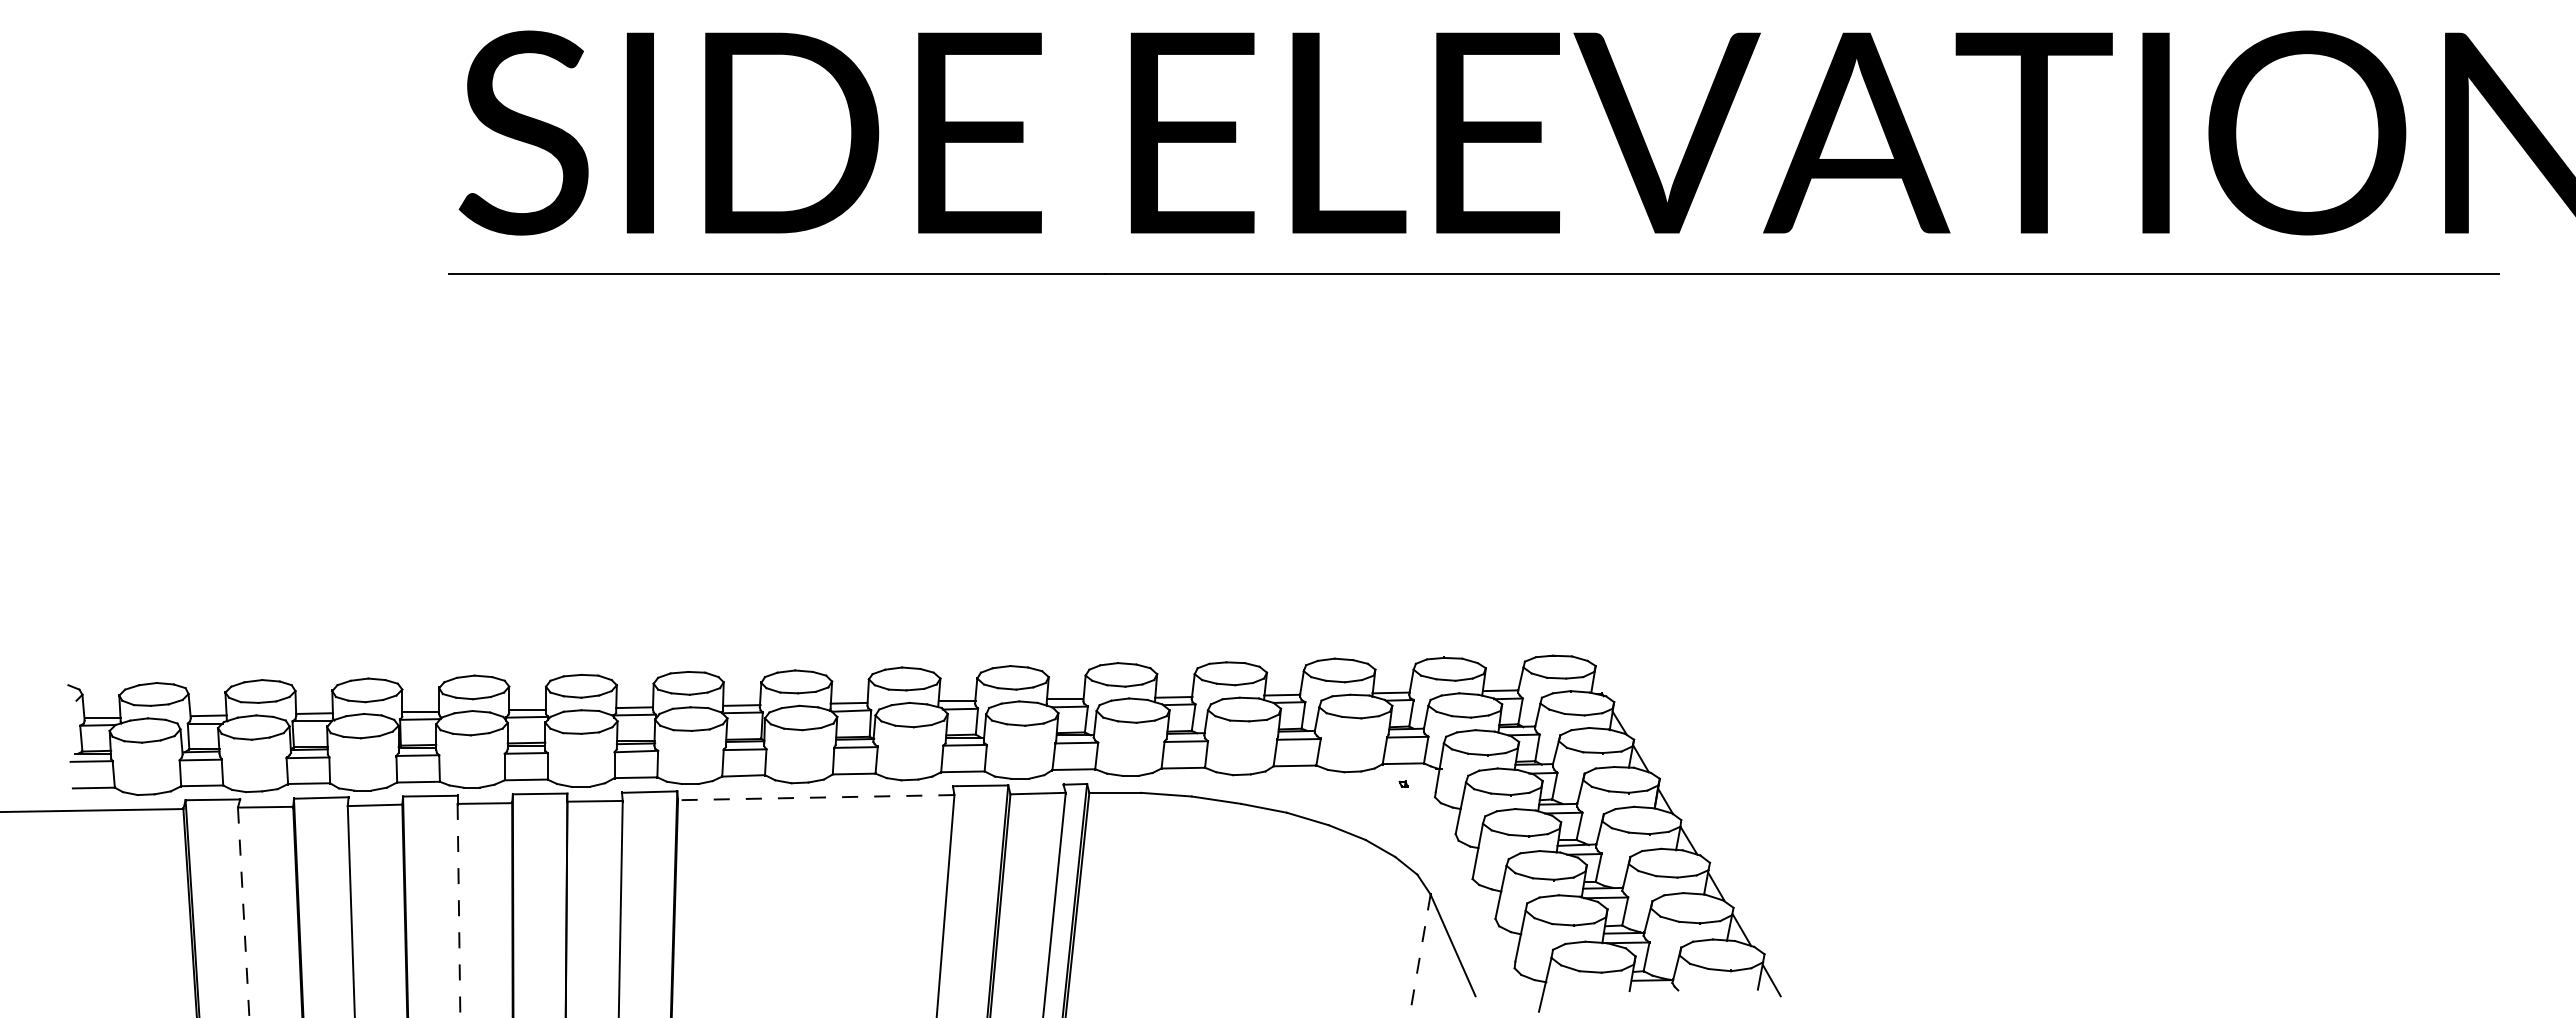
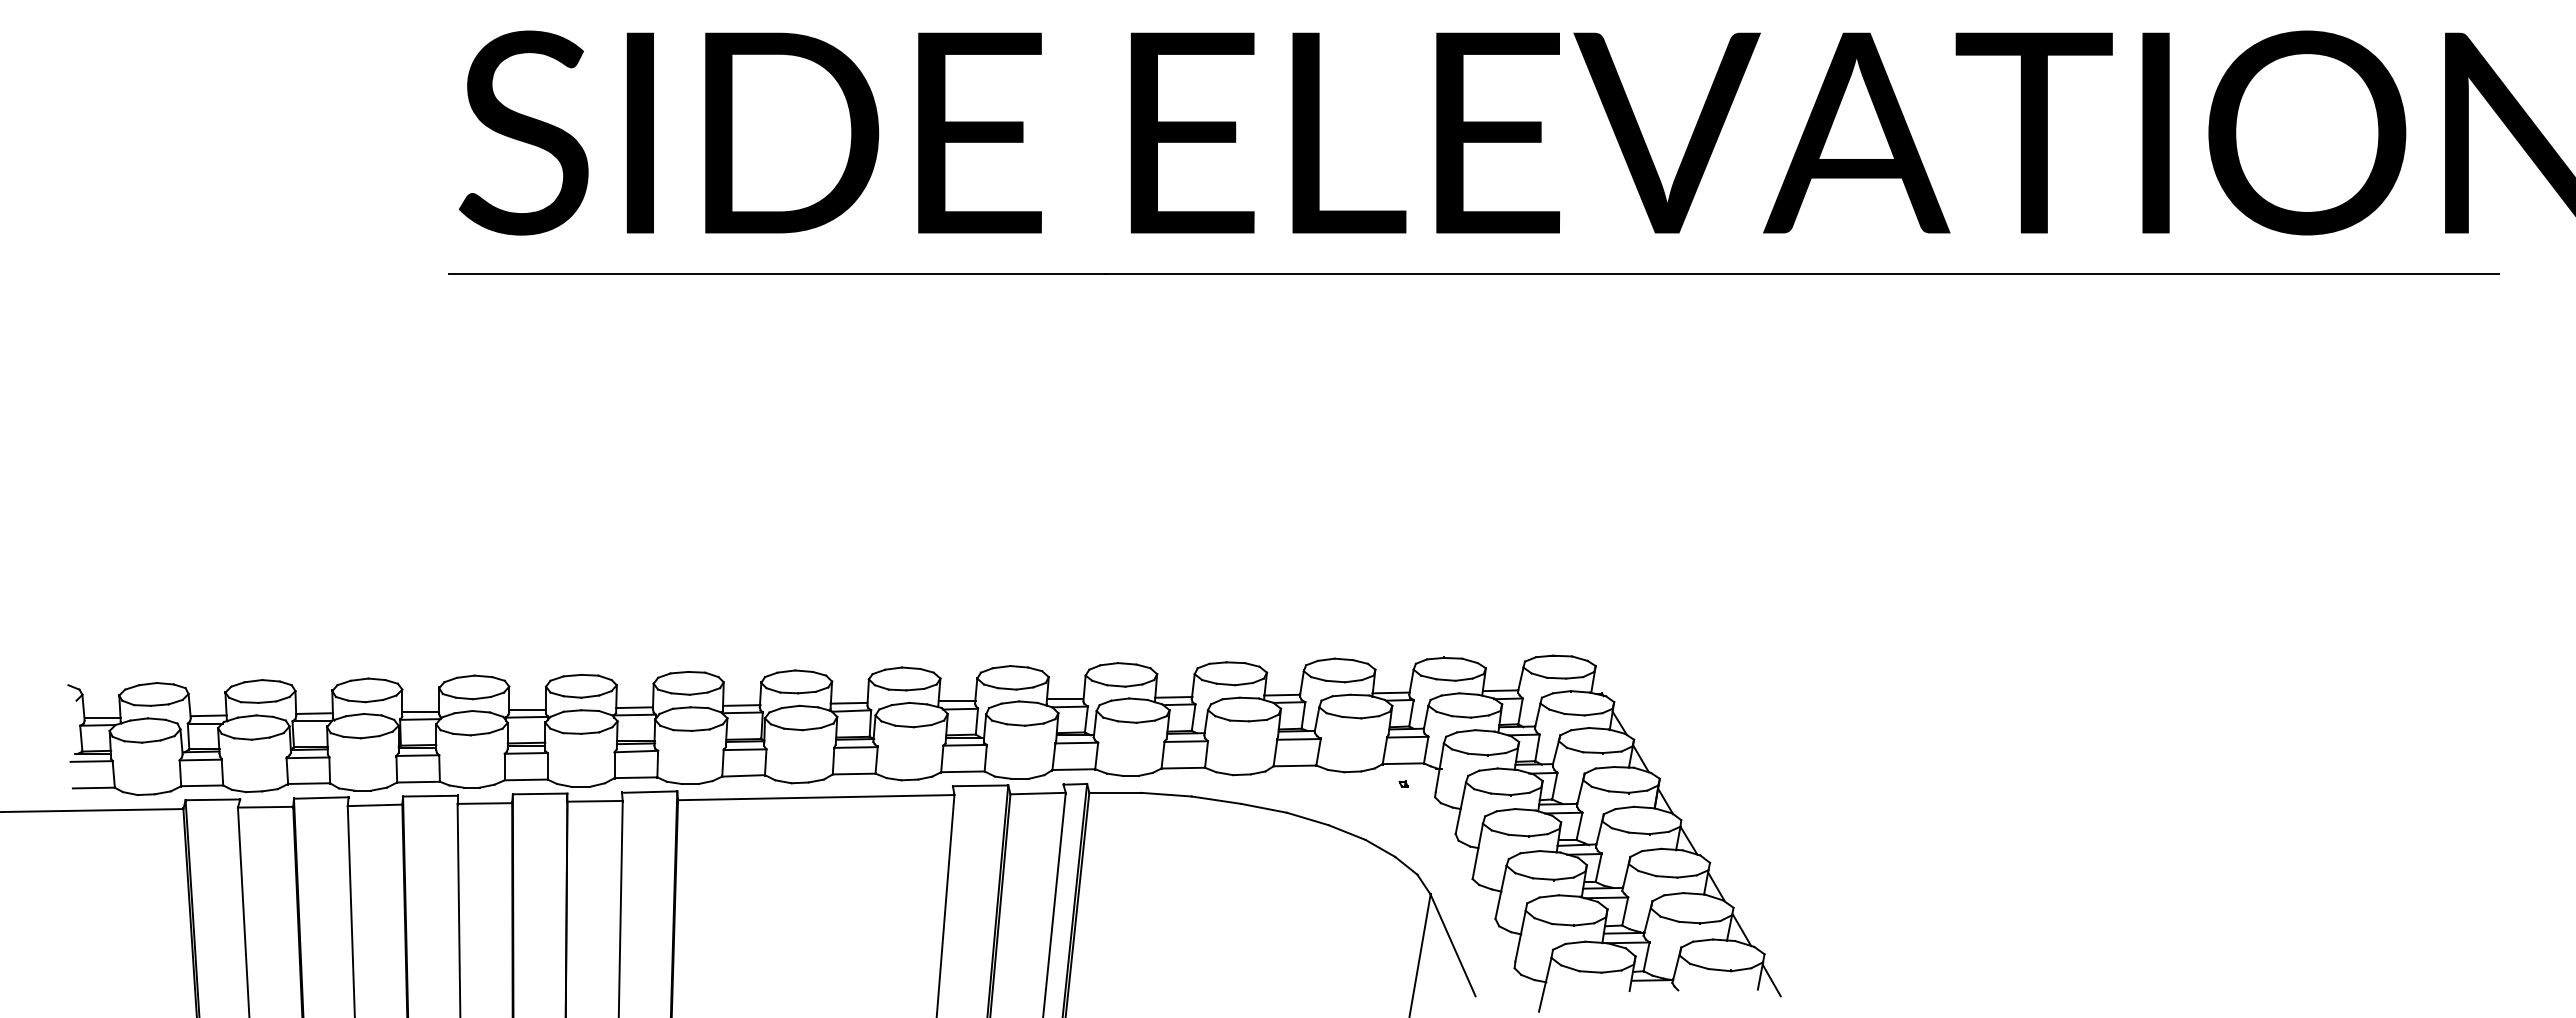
line at (815, 797): dashed -> solid
line at (458, 910): dashed -> solid
line at (243, 912): dashed -> solid
line at (1419, 956): dashed -> solid
